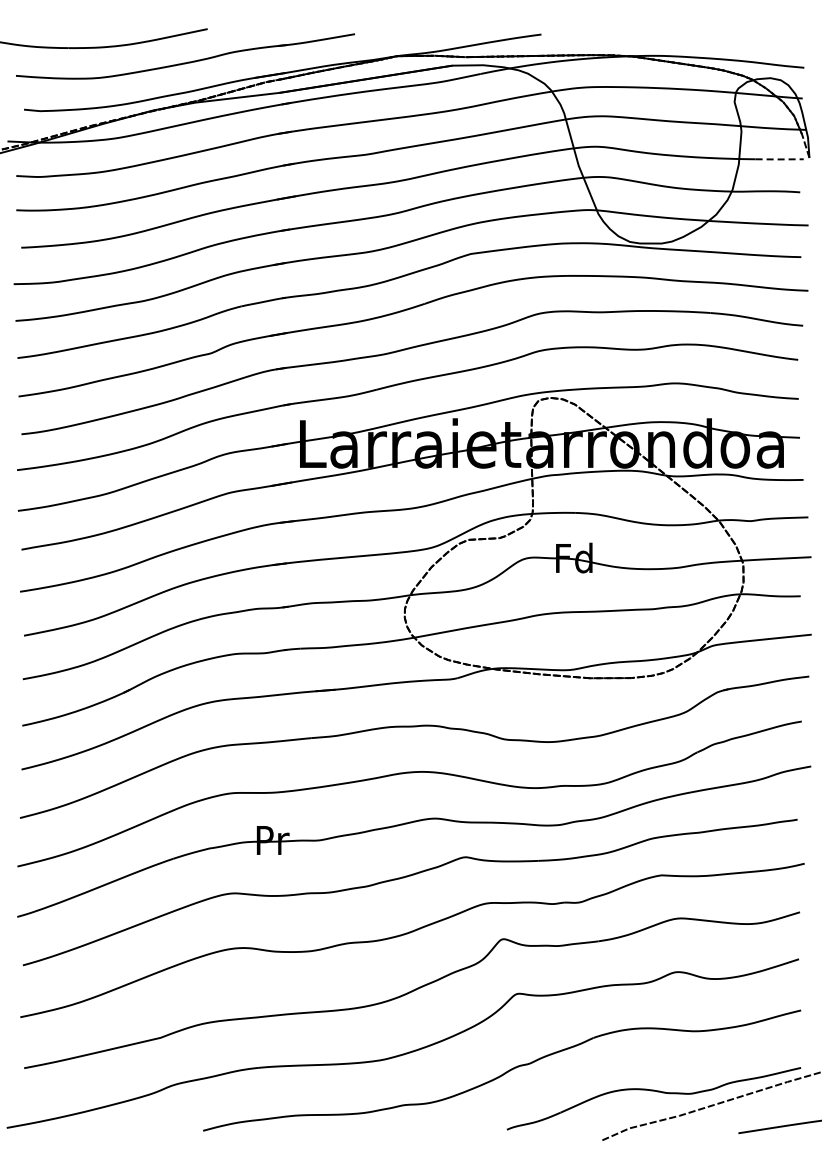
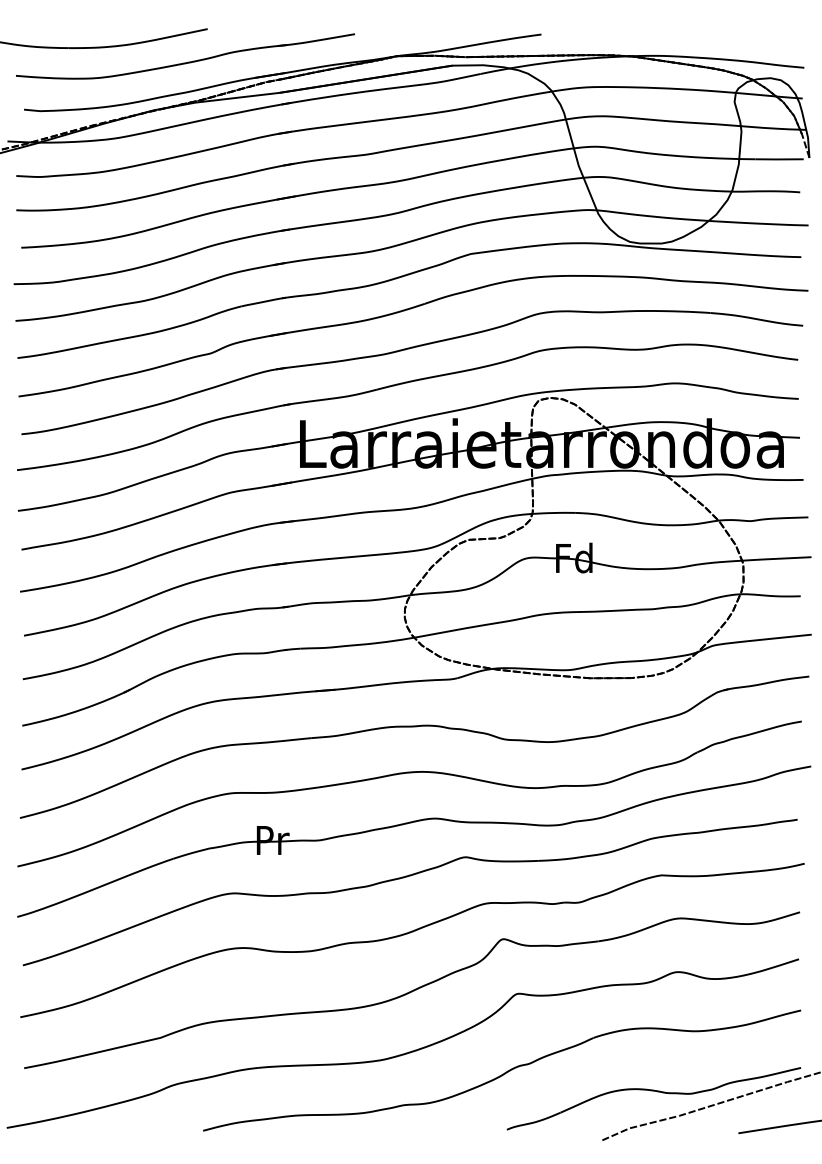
line at (779, 159): dashed -> solid
